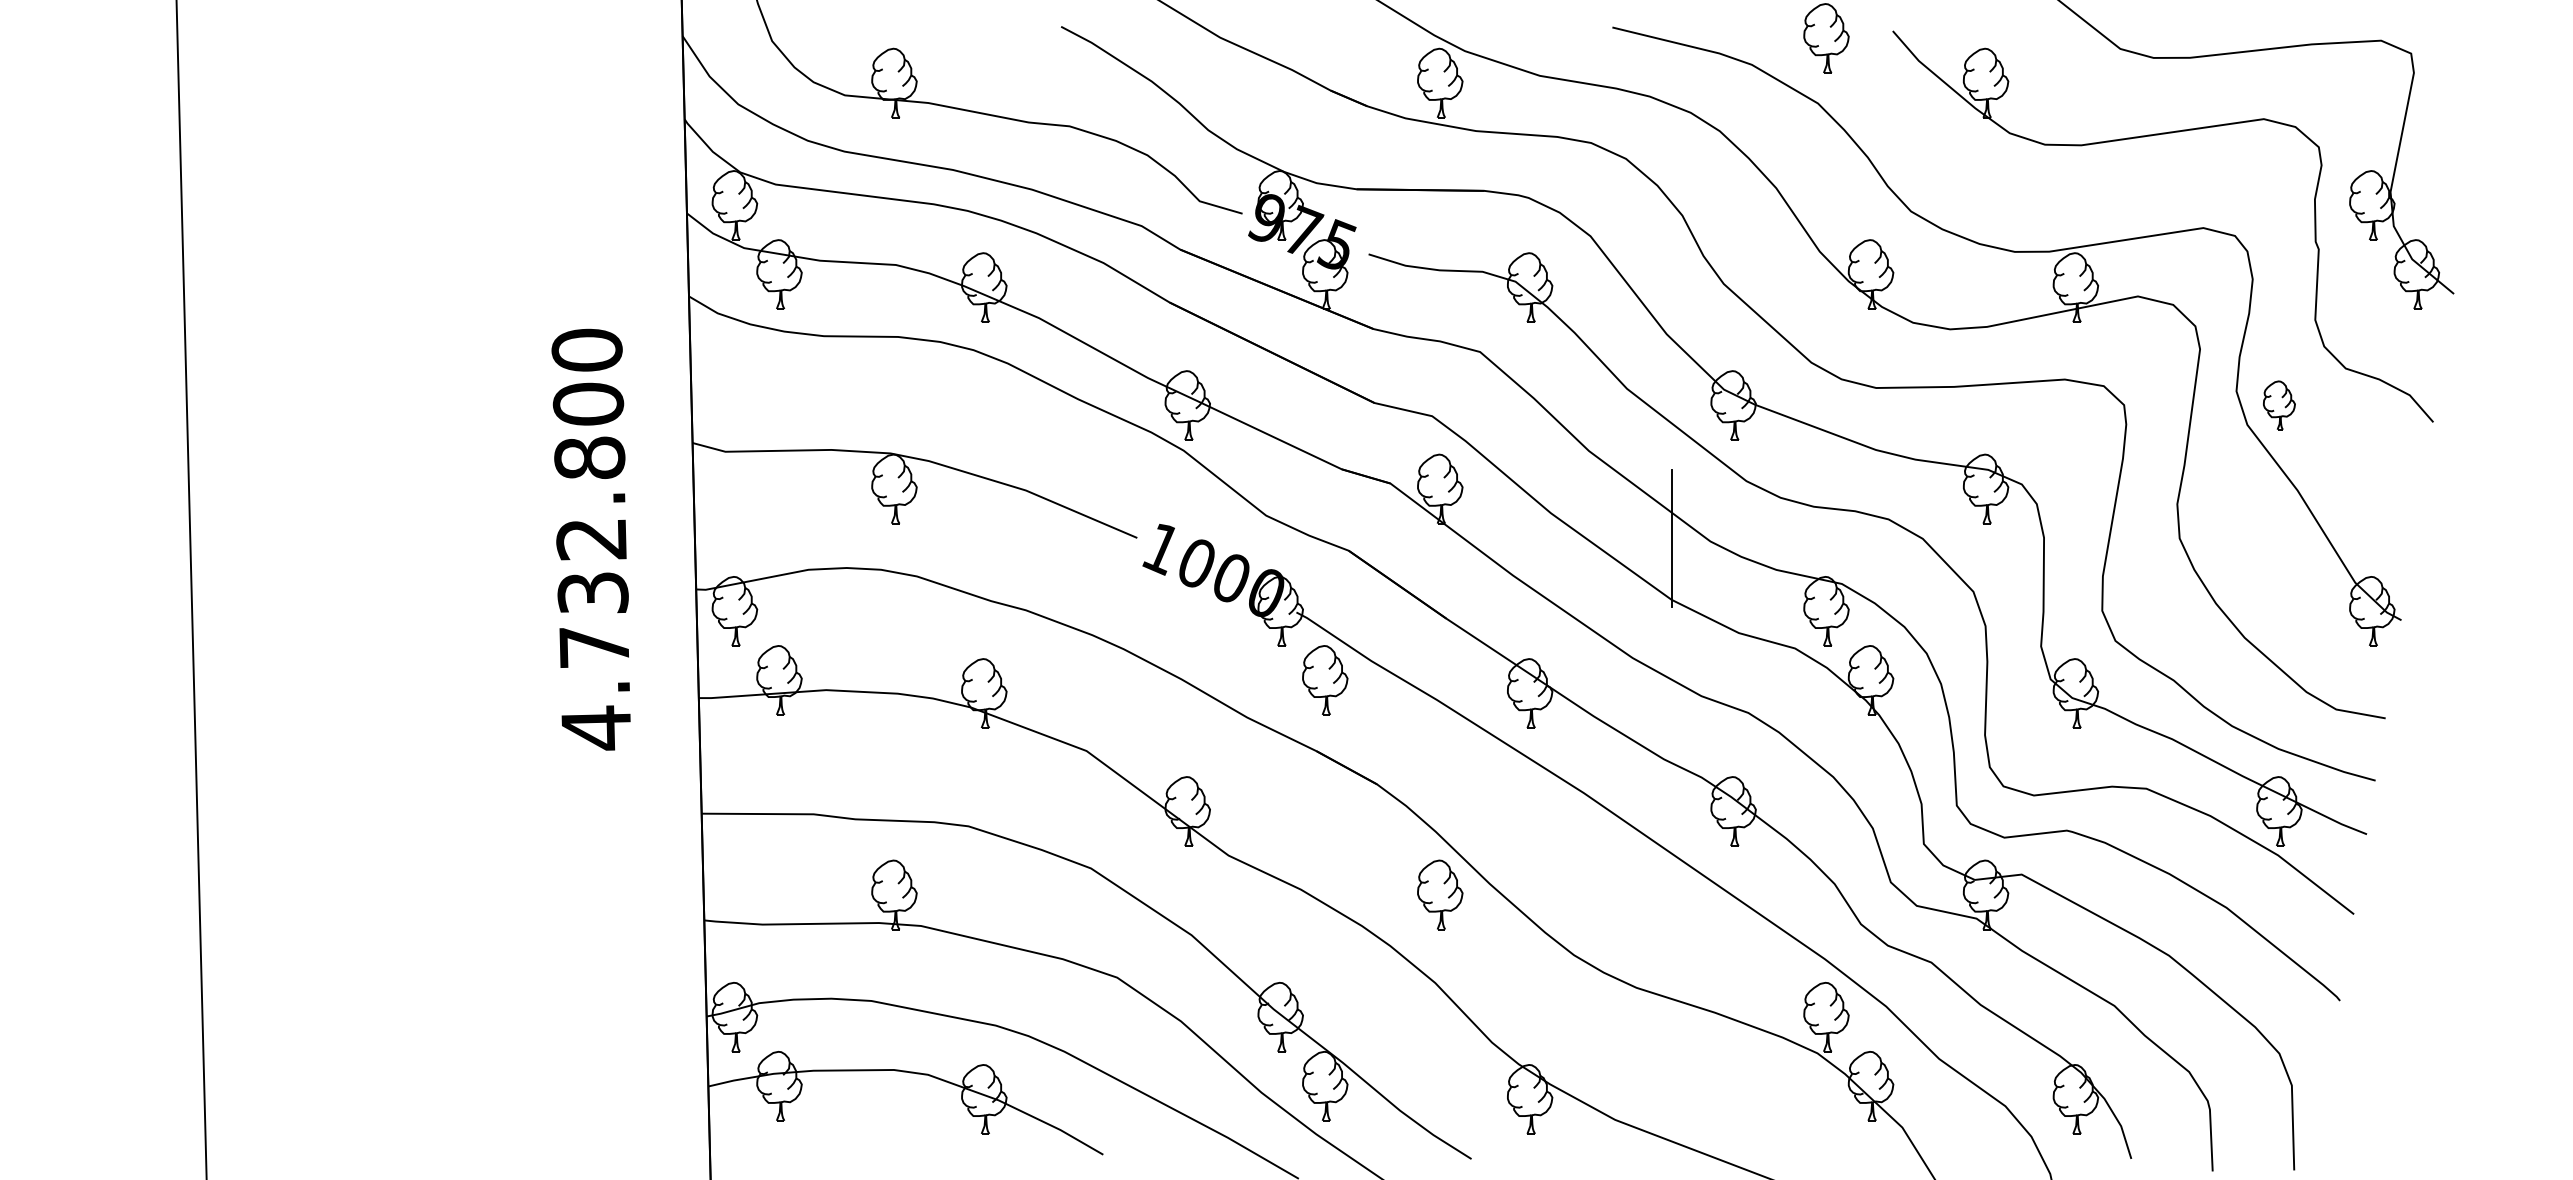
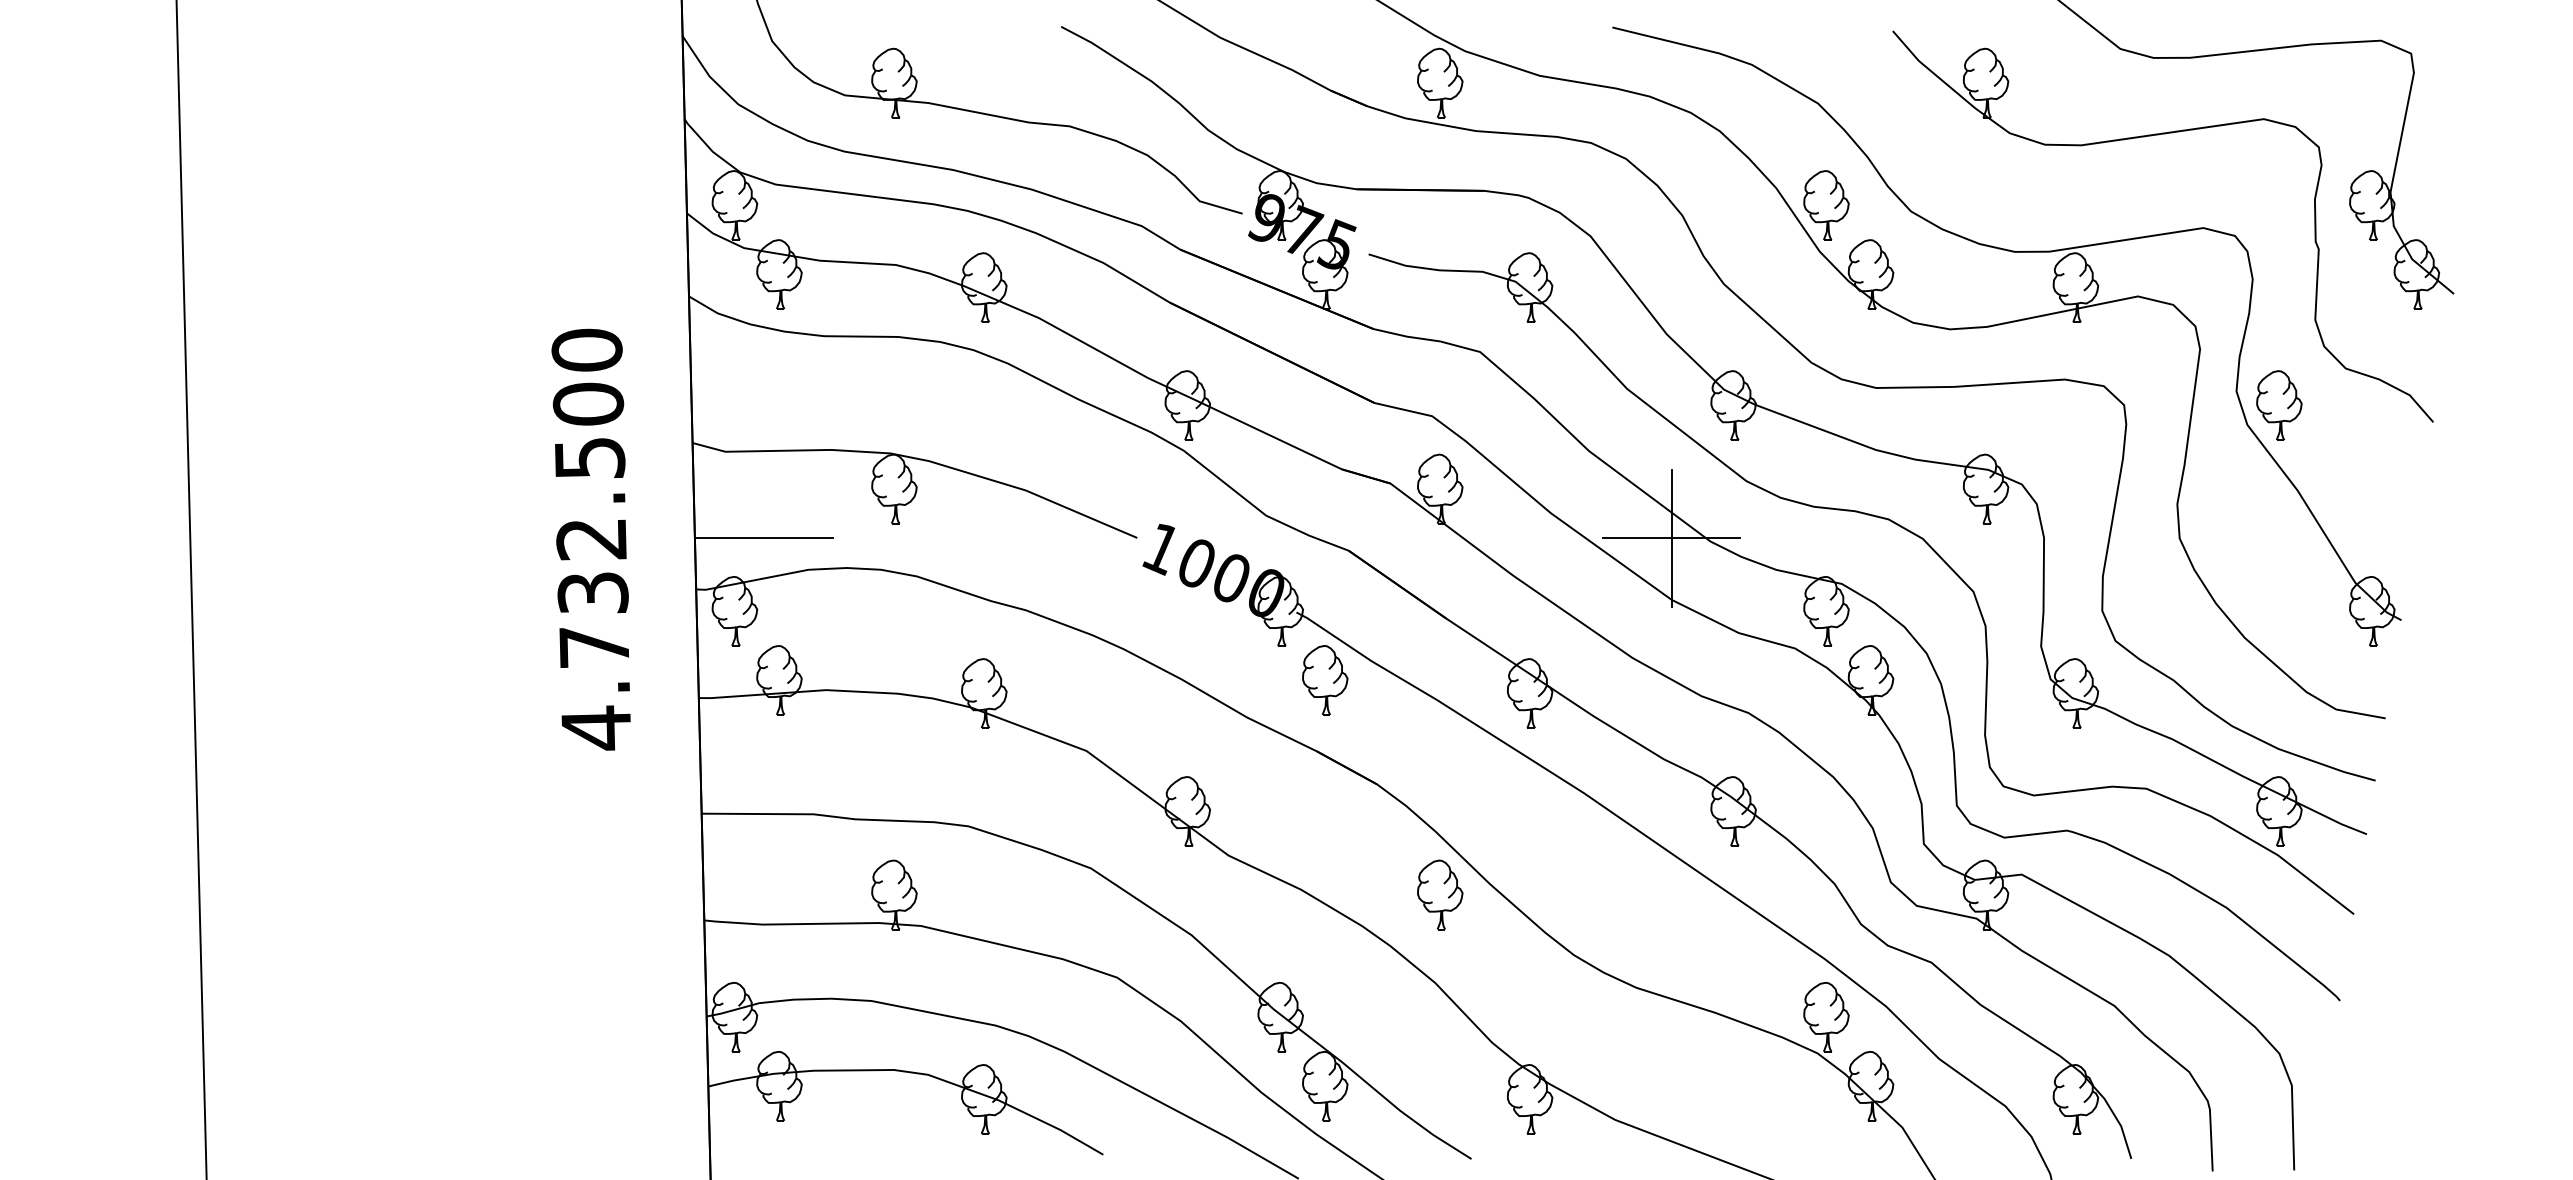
part at (1826, 38) position: (1826, 38) -> (1826, 205)
part at (2279, 405) size: 33x51 px -> 47x71 px
text at (589, 457): 4.732.800 -> 4.732.500
line at (763, 538): none -> present
line at (1671, 538): none -> present
